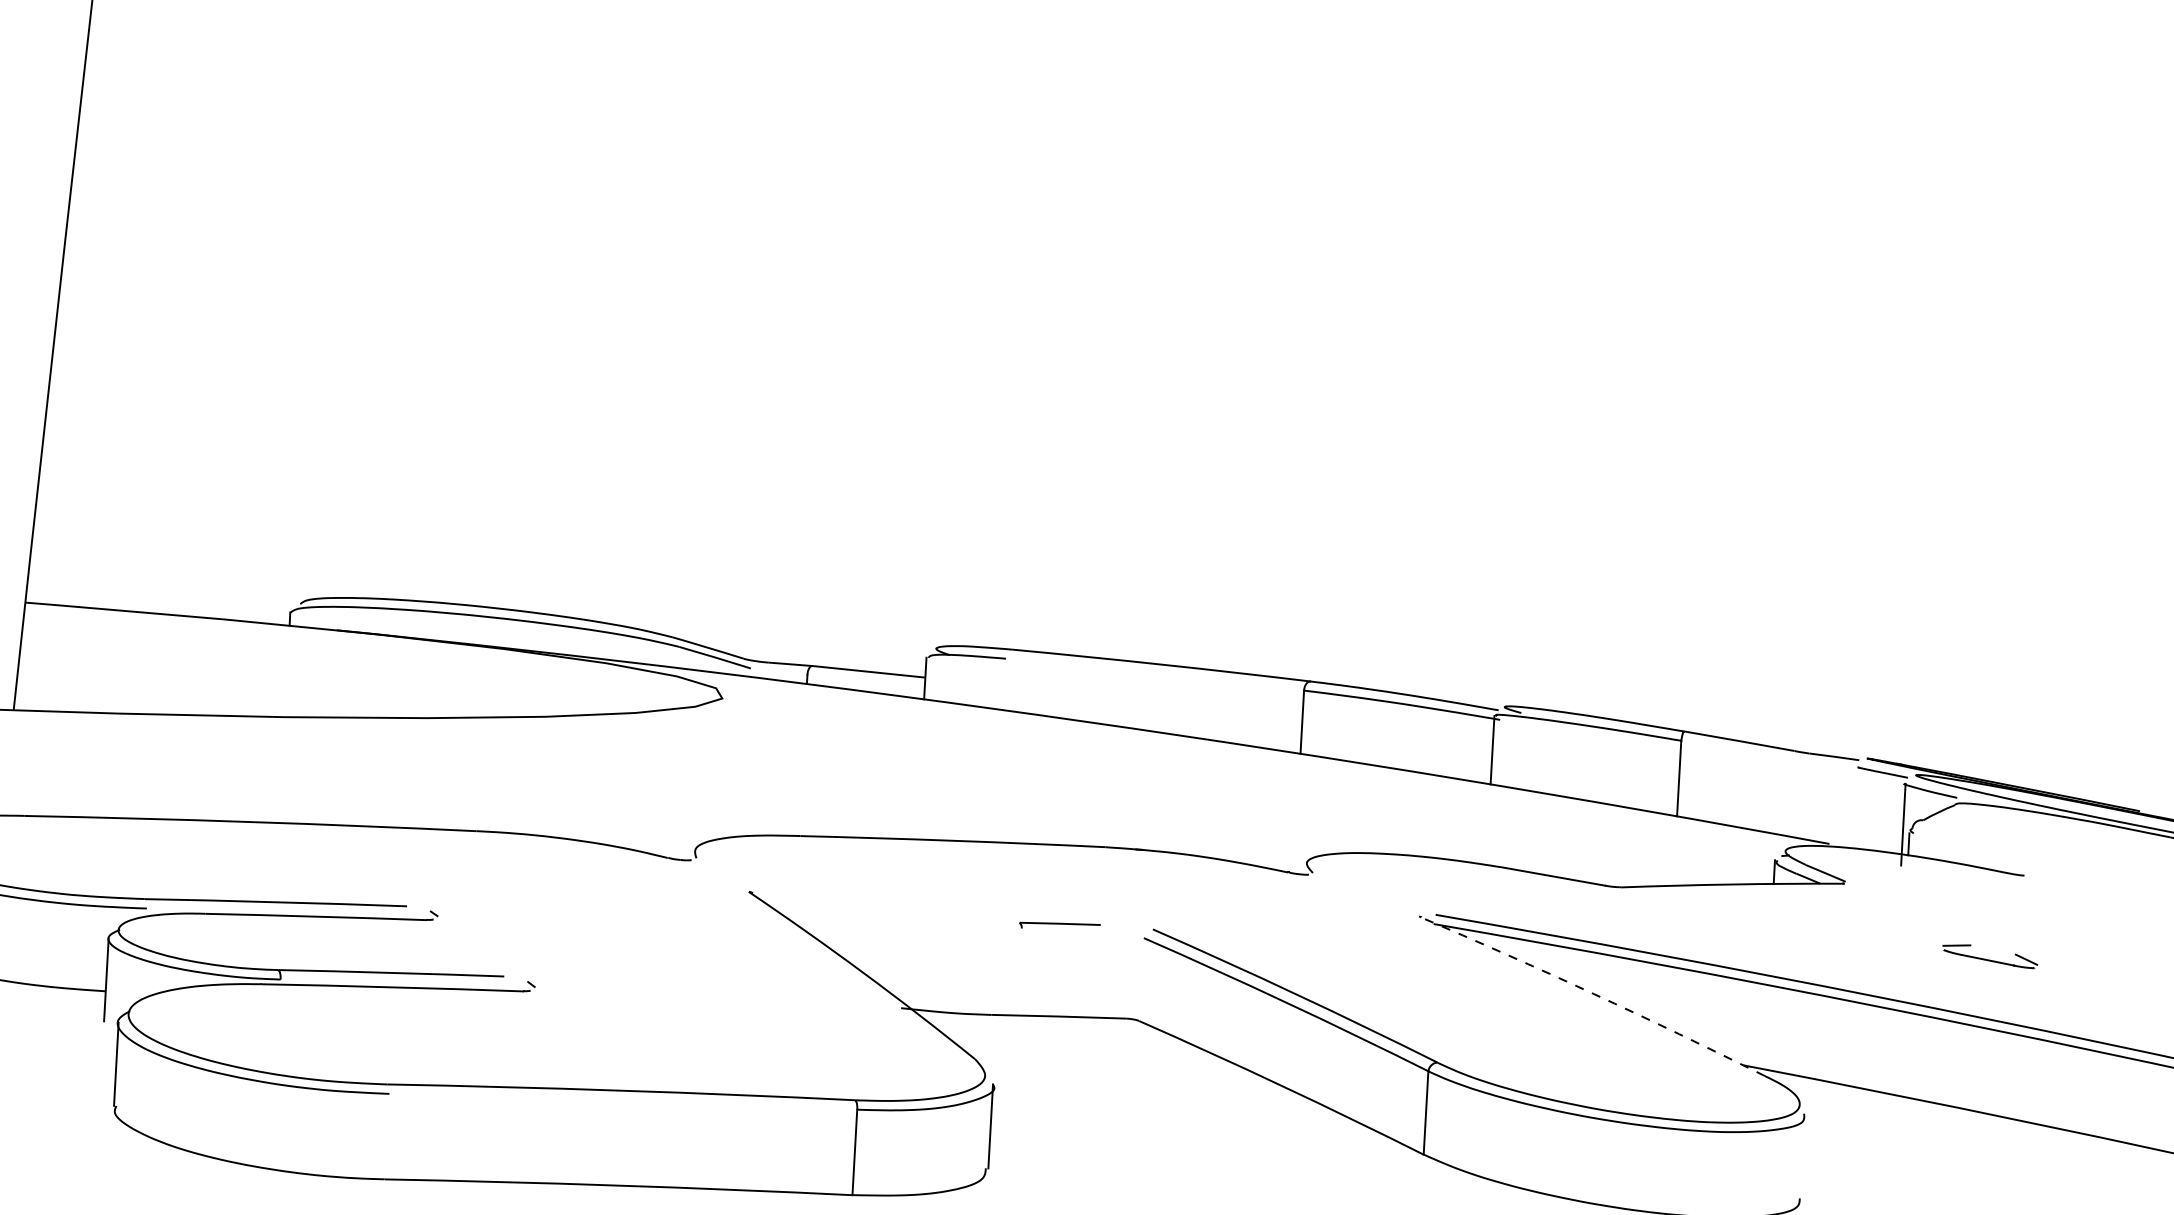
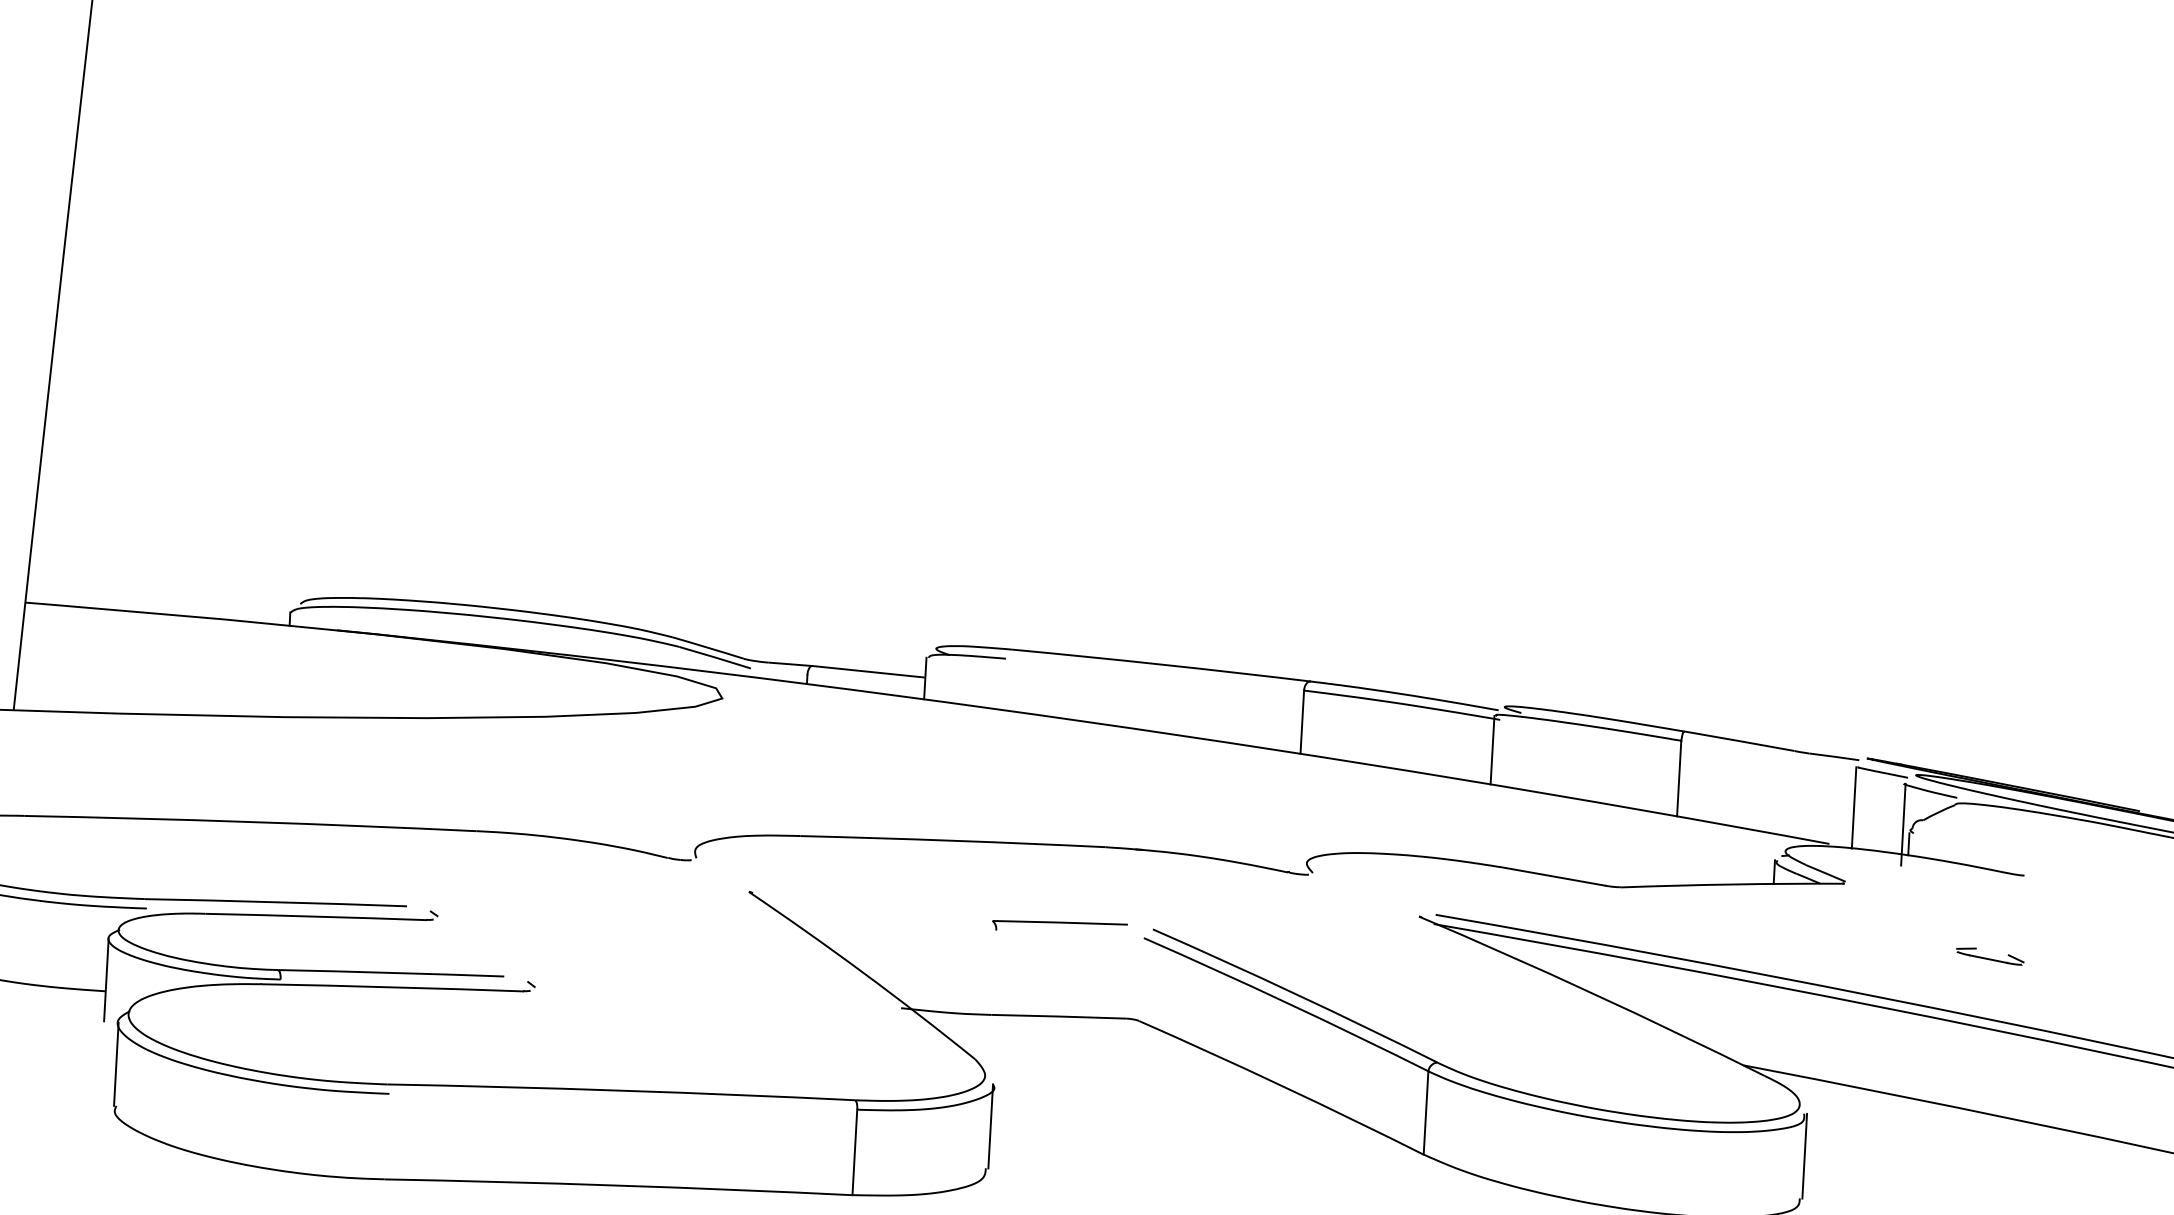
line at (1853, 807): none -> present
part at (1059, 924) size: 82x8 px -> 136x11 px
part at (1990, 956) size: 97x26 px -> 69x19 px
arc at (1593, 993): dashed -> solid
line at (1804, 1155): none -> present
